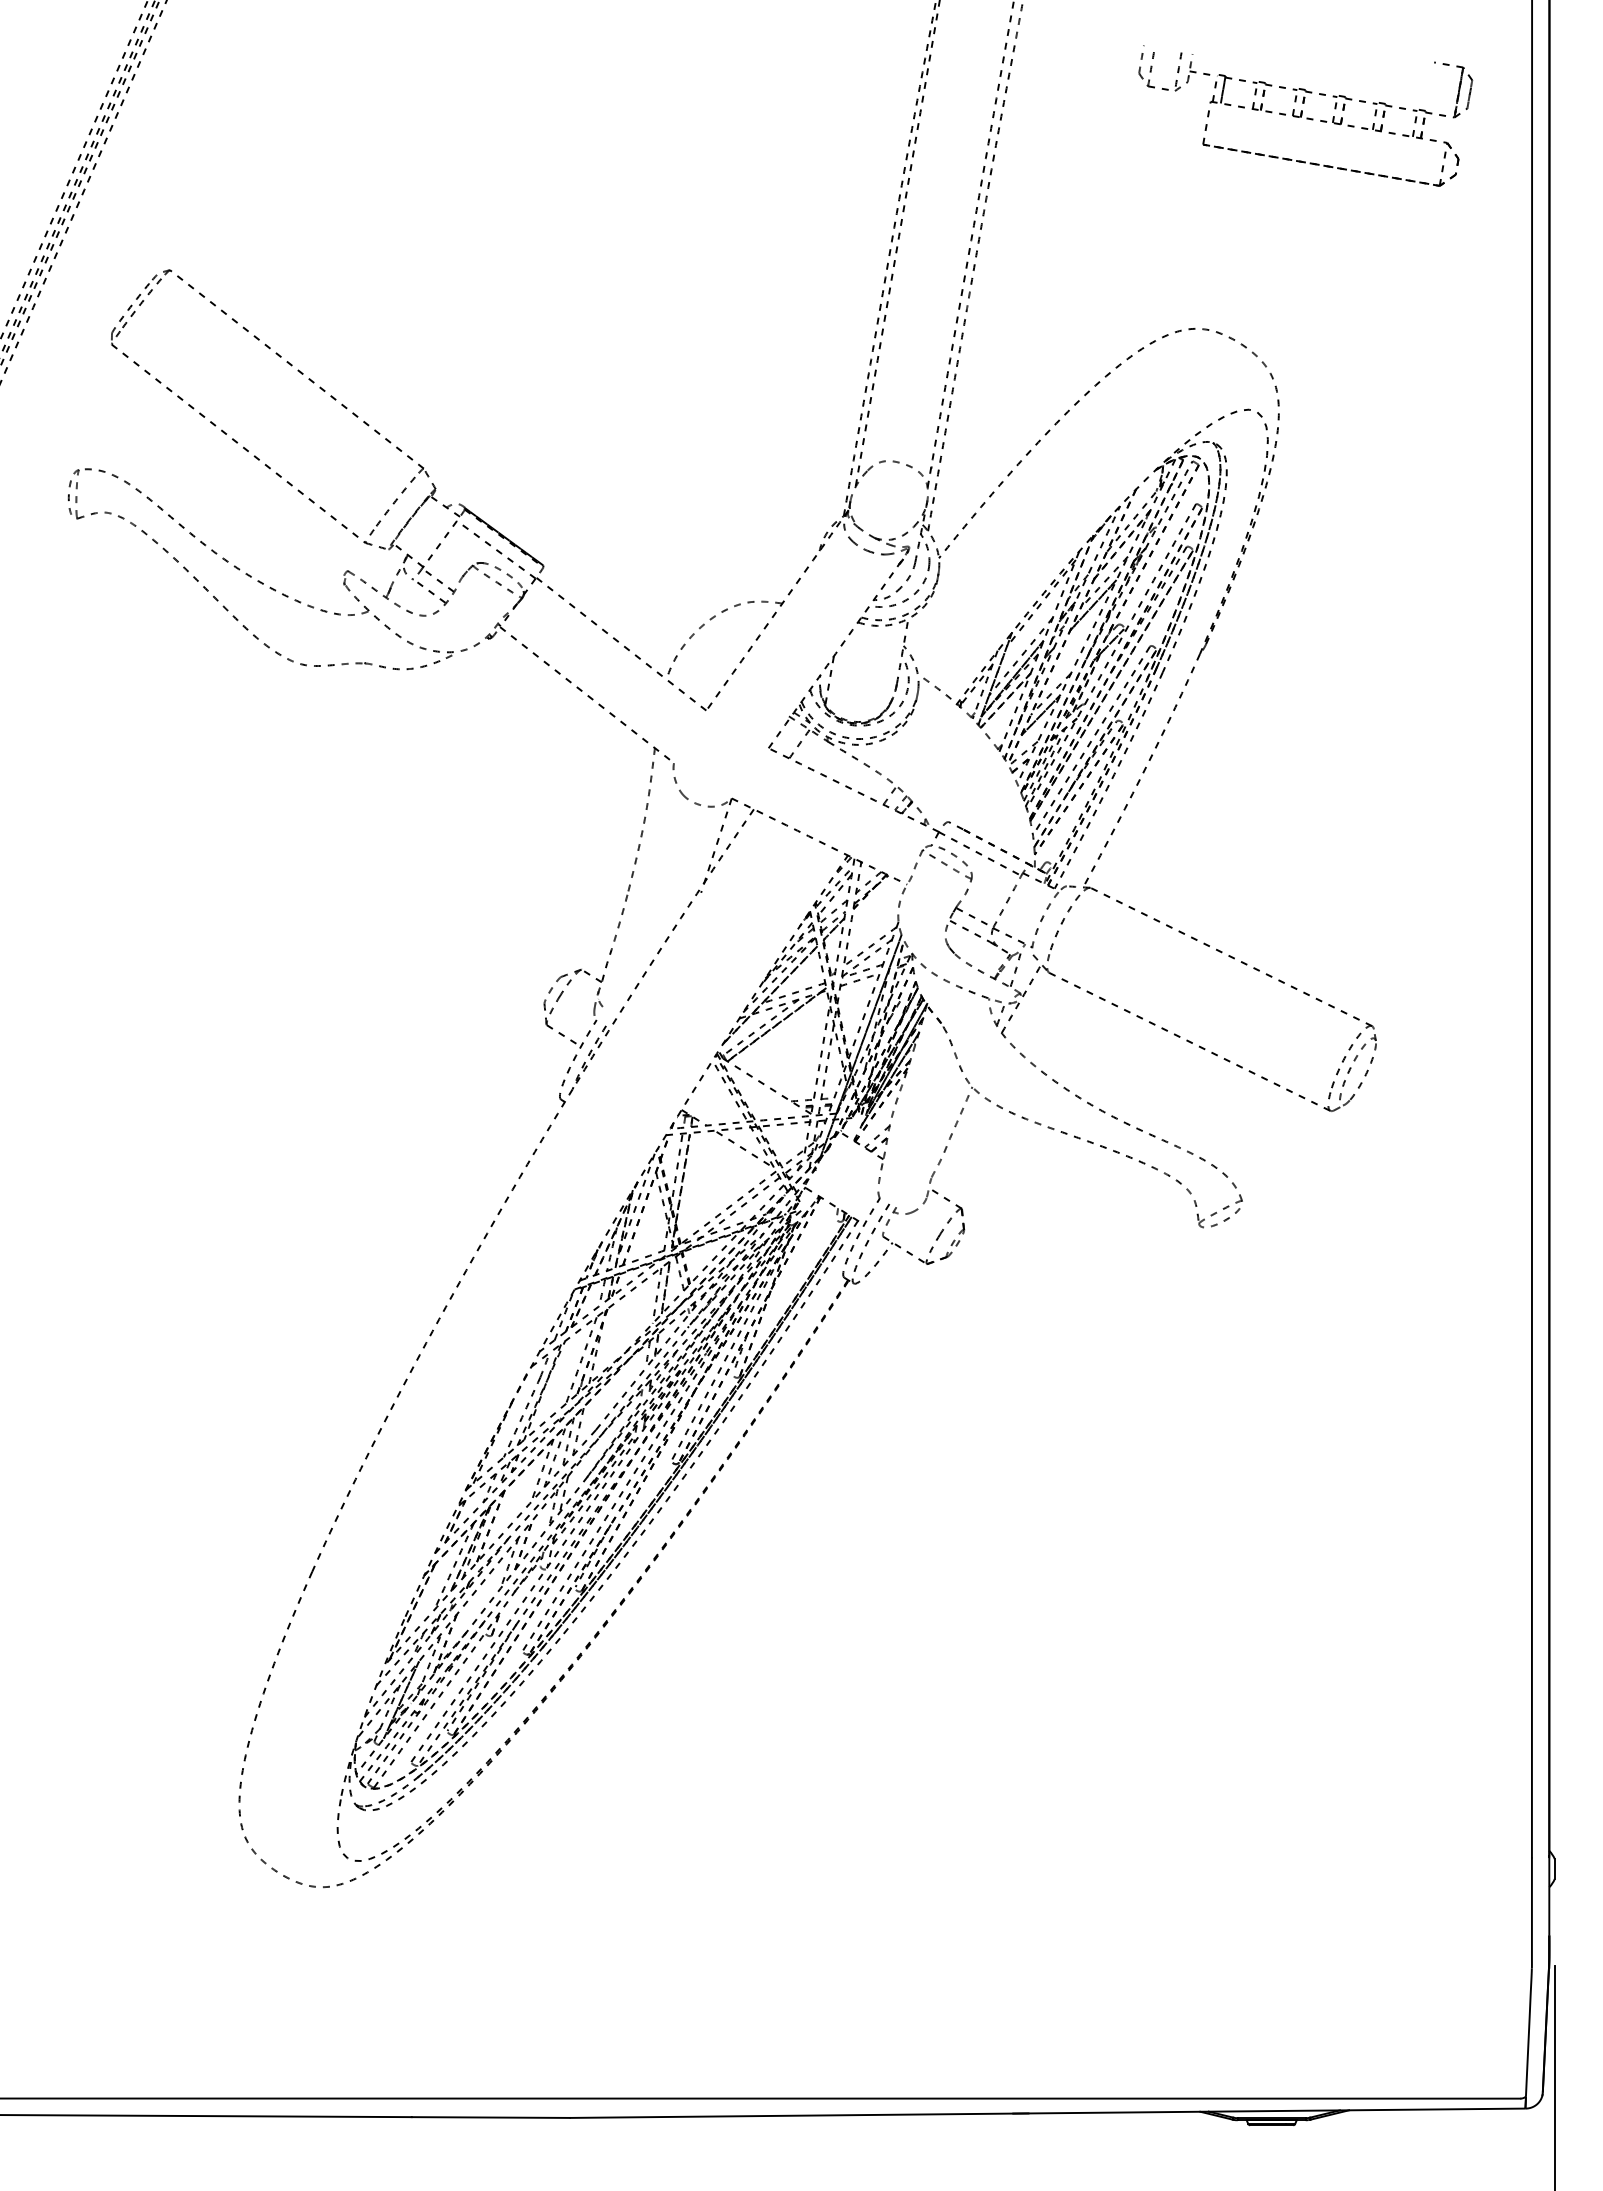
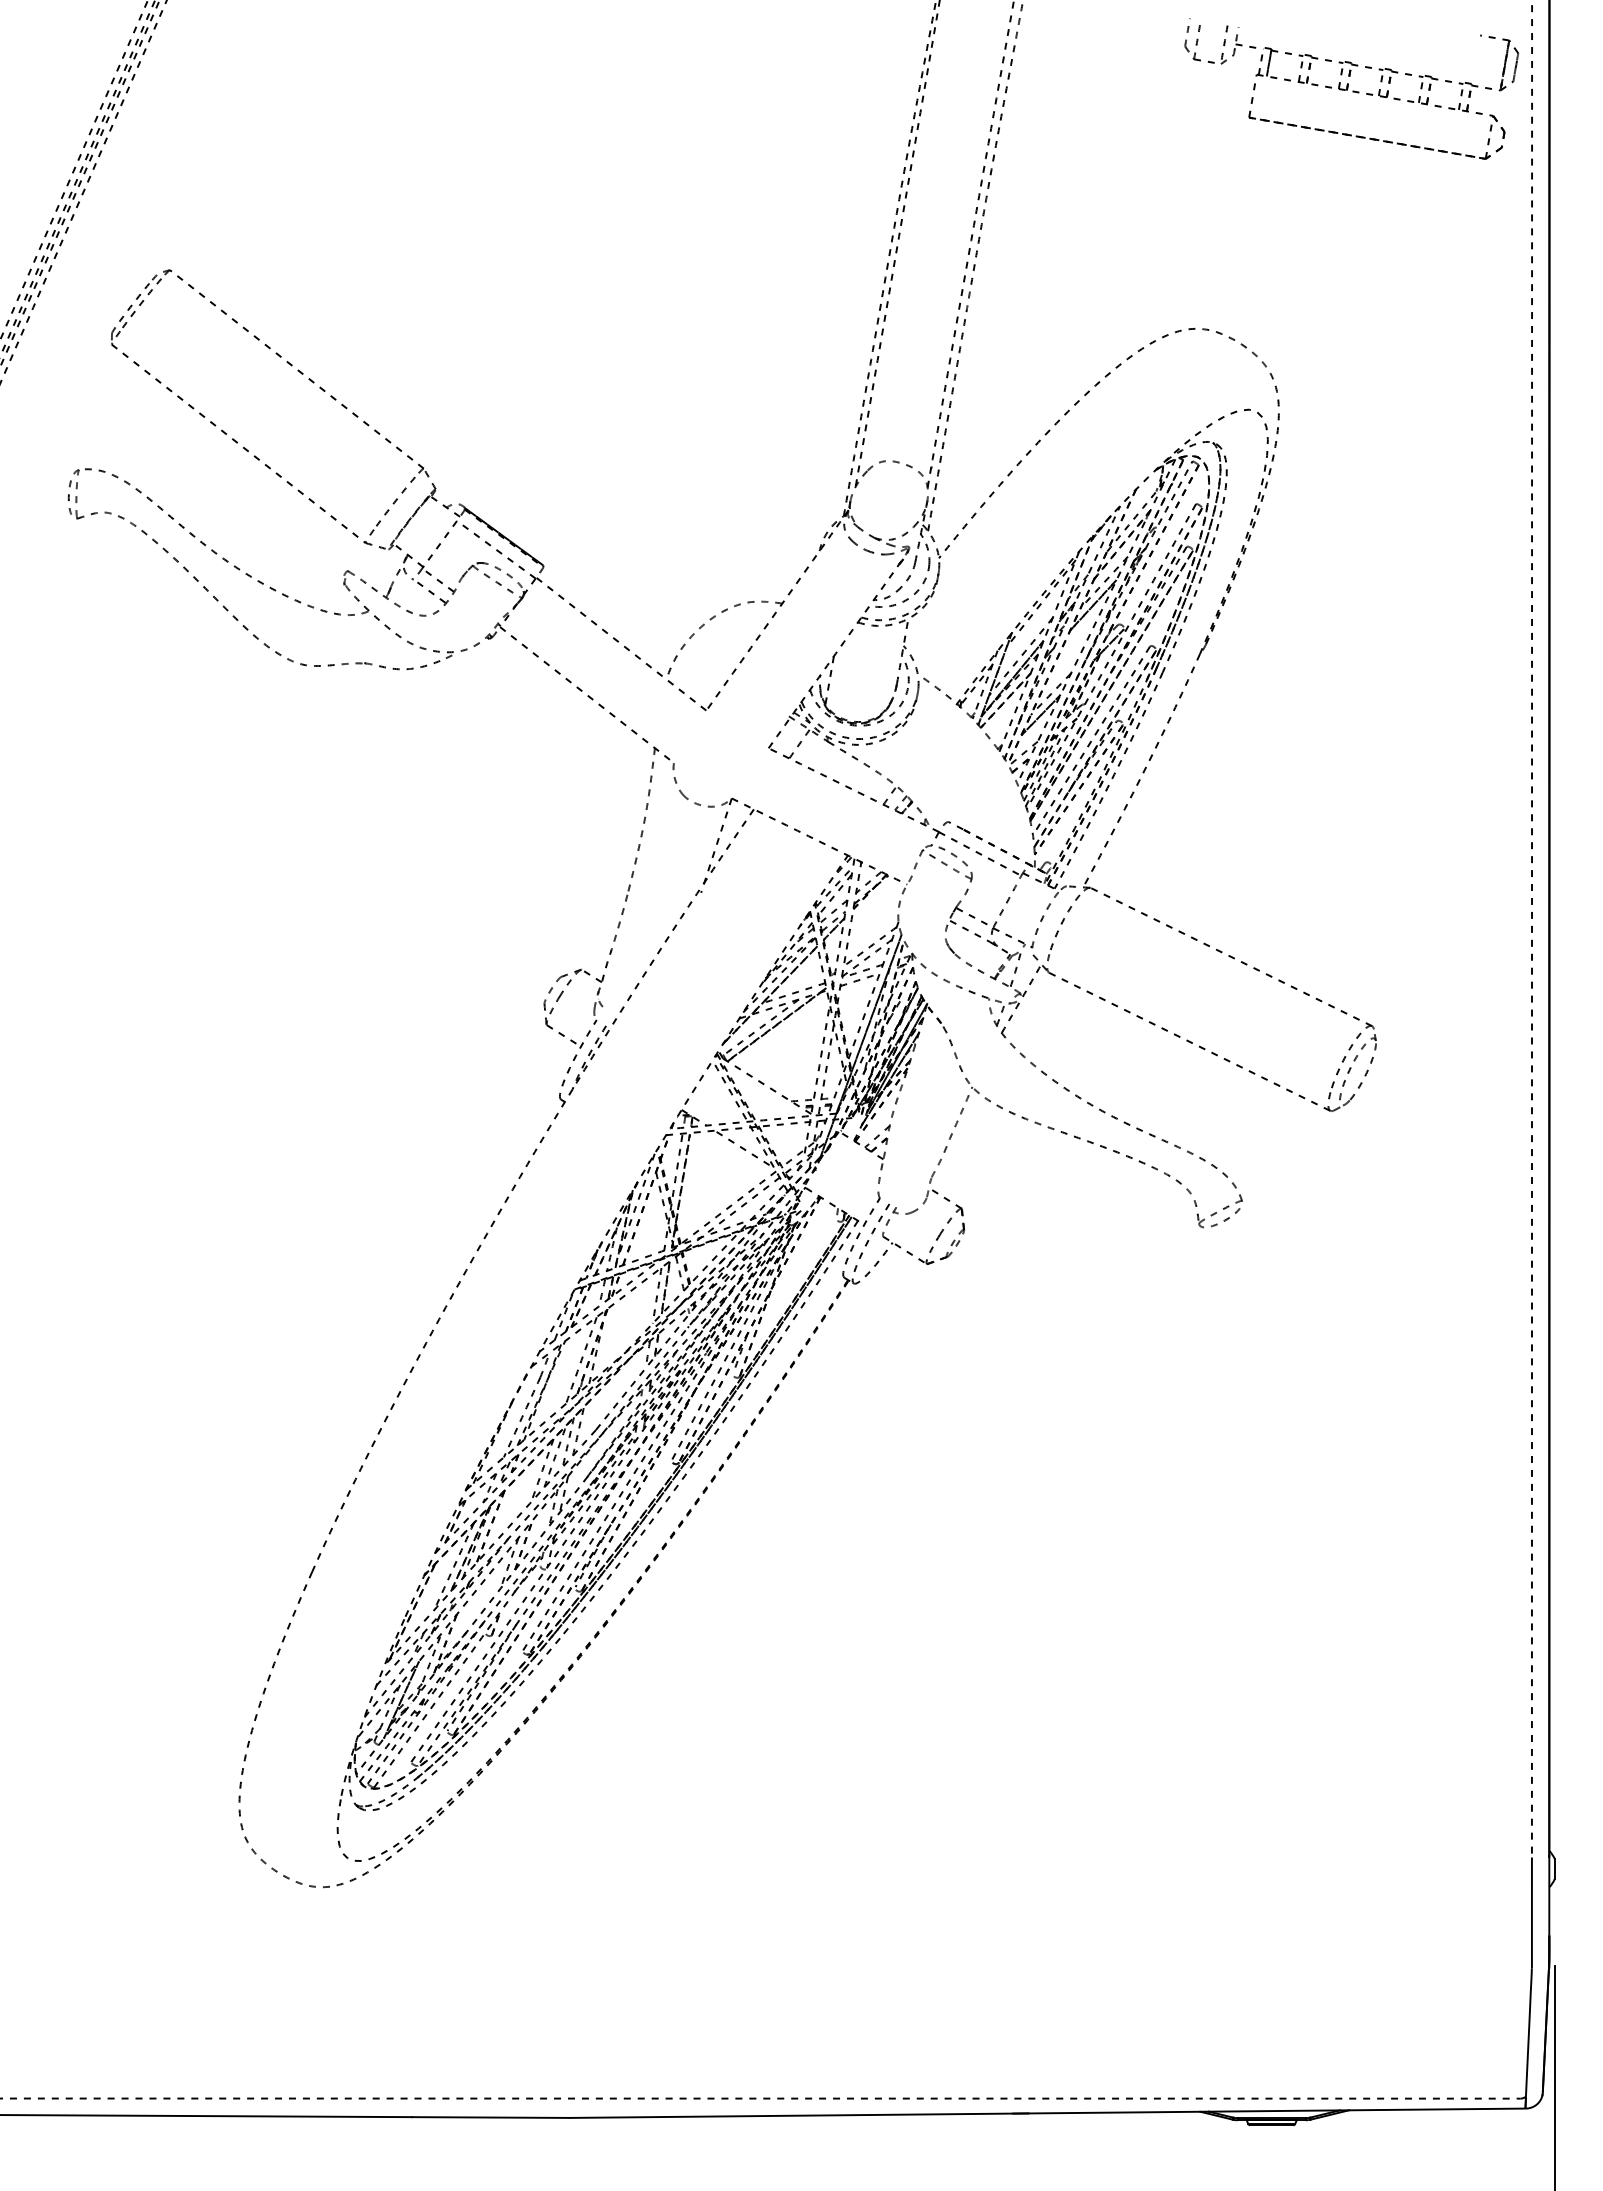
part at (1305, 115) position: (1305, 115) -> (1351, 88)
line at (1532, 928): solid -> dashed
line at (760, 2098): solid -> dashed
